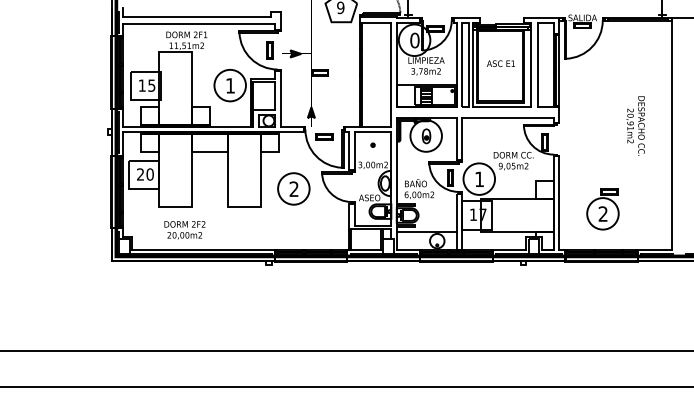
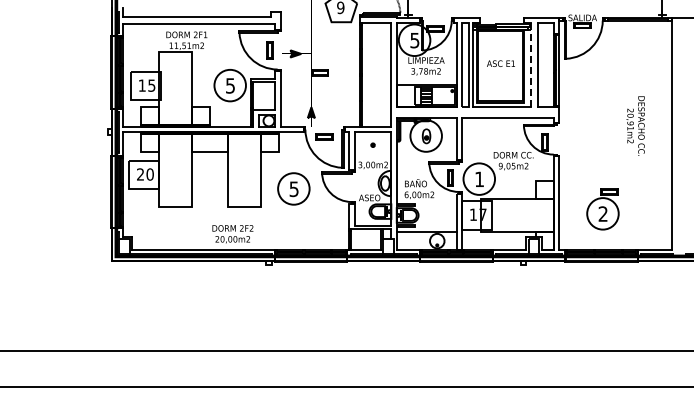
text at (414, 40): 0 -> 5
line at (530, 64): solid -> dashed
text at (230, 85): 1 -> 5
text at (293, 189): 2 -> 5
text at (184, 230) position: (184, 230) -> (232, 234)
